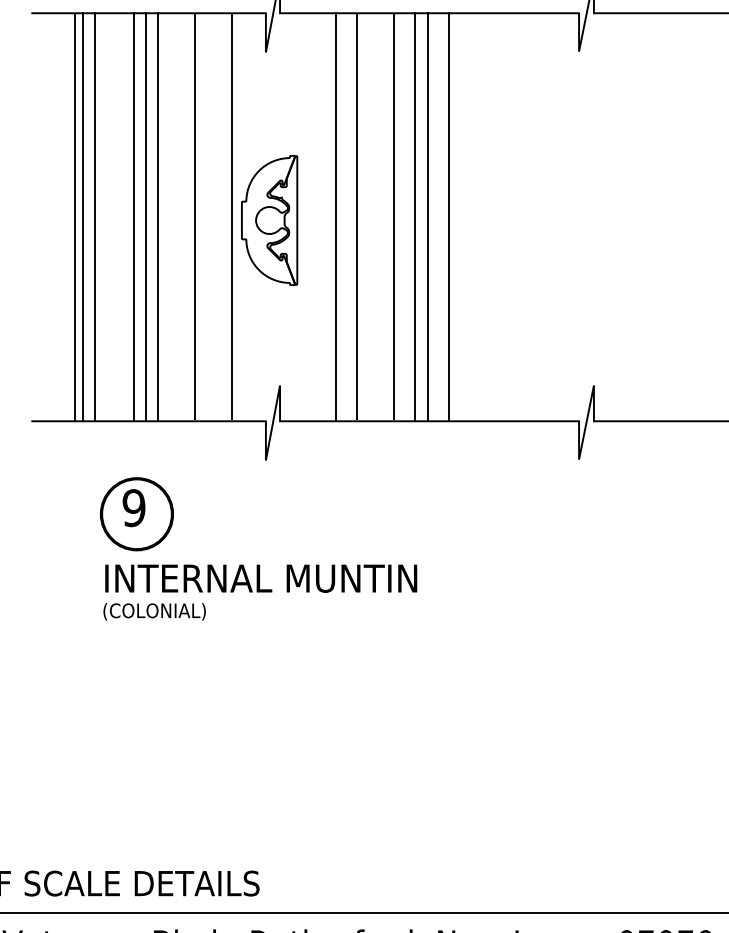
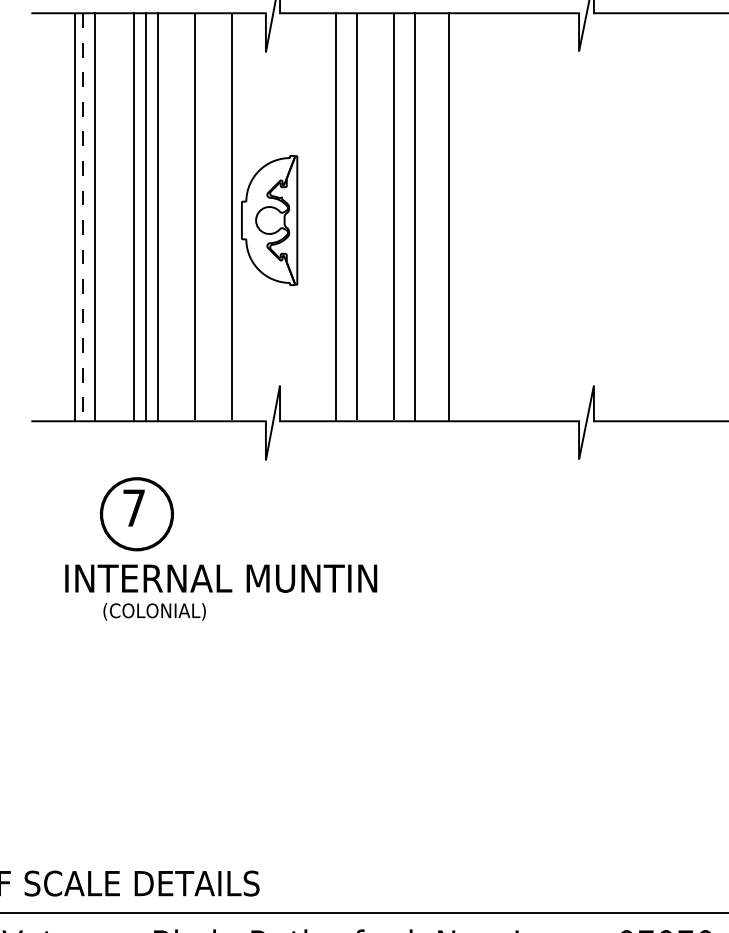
line at (82, 217): solid -> dashed
line at (428, 217): present -> none
text at (133, 508): 9 -> 7
text at (261, 578) position: (261, 578) -> (221, 578)
